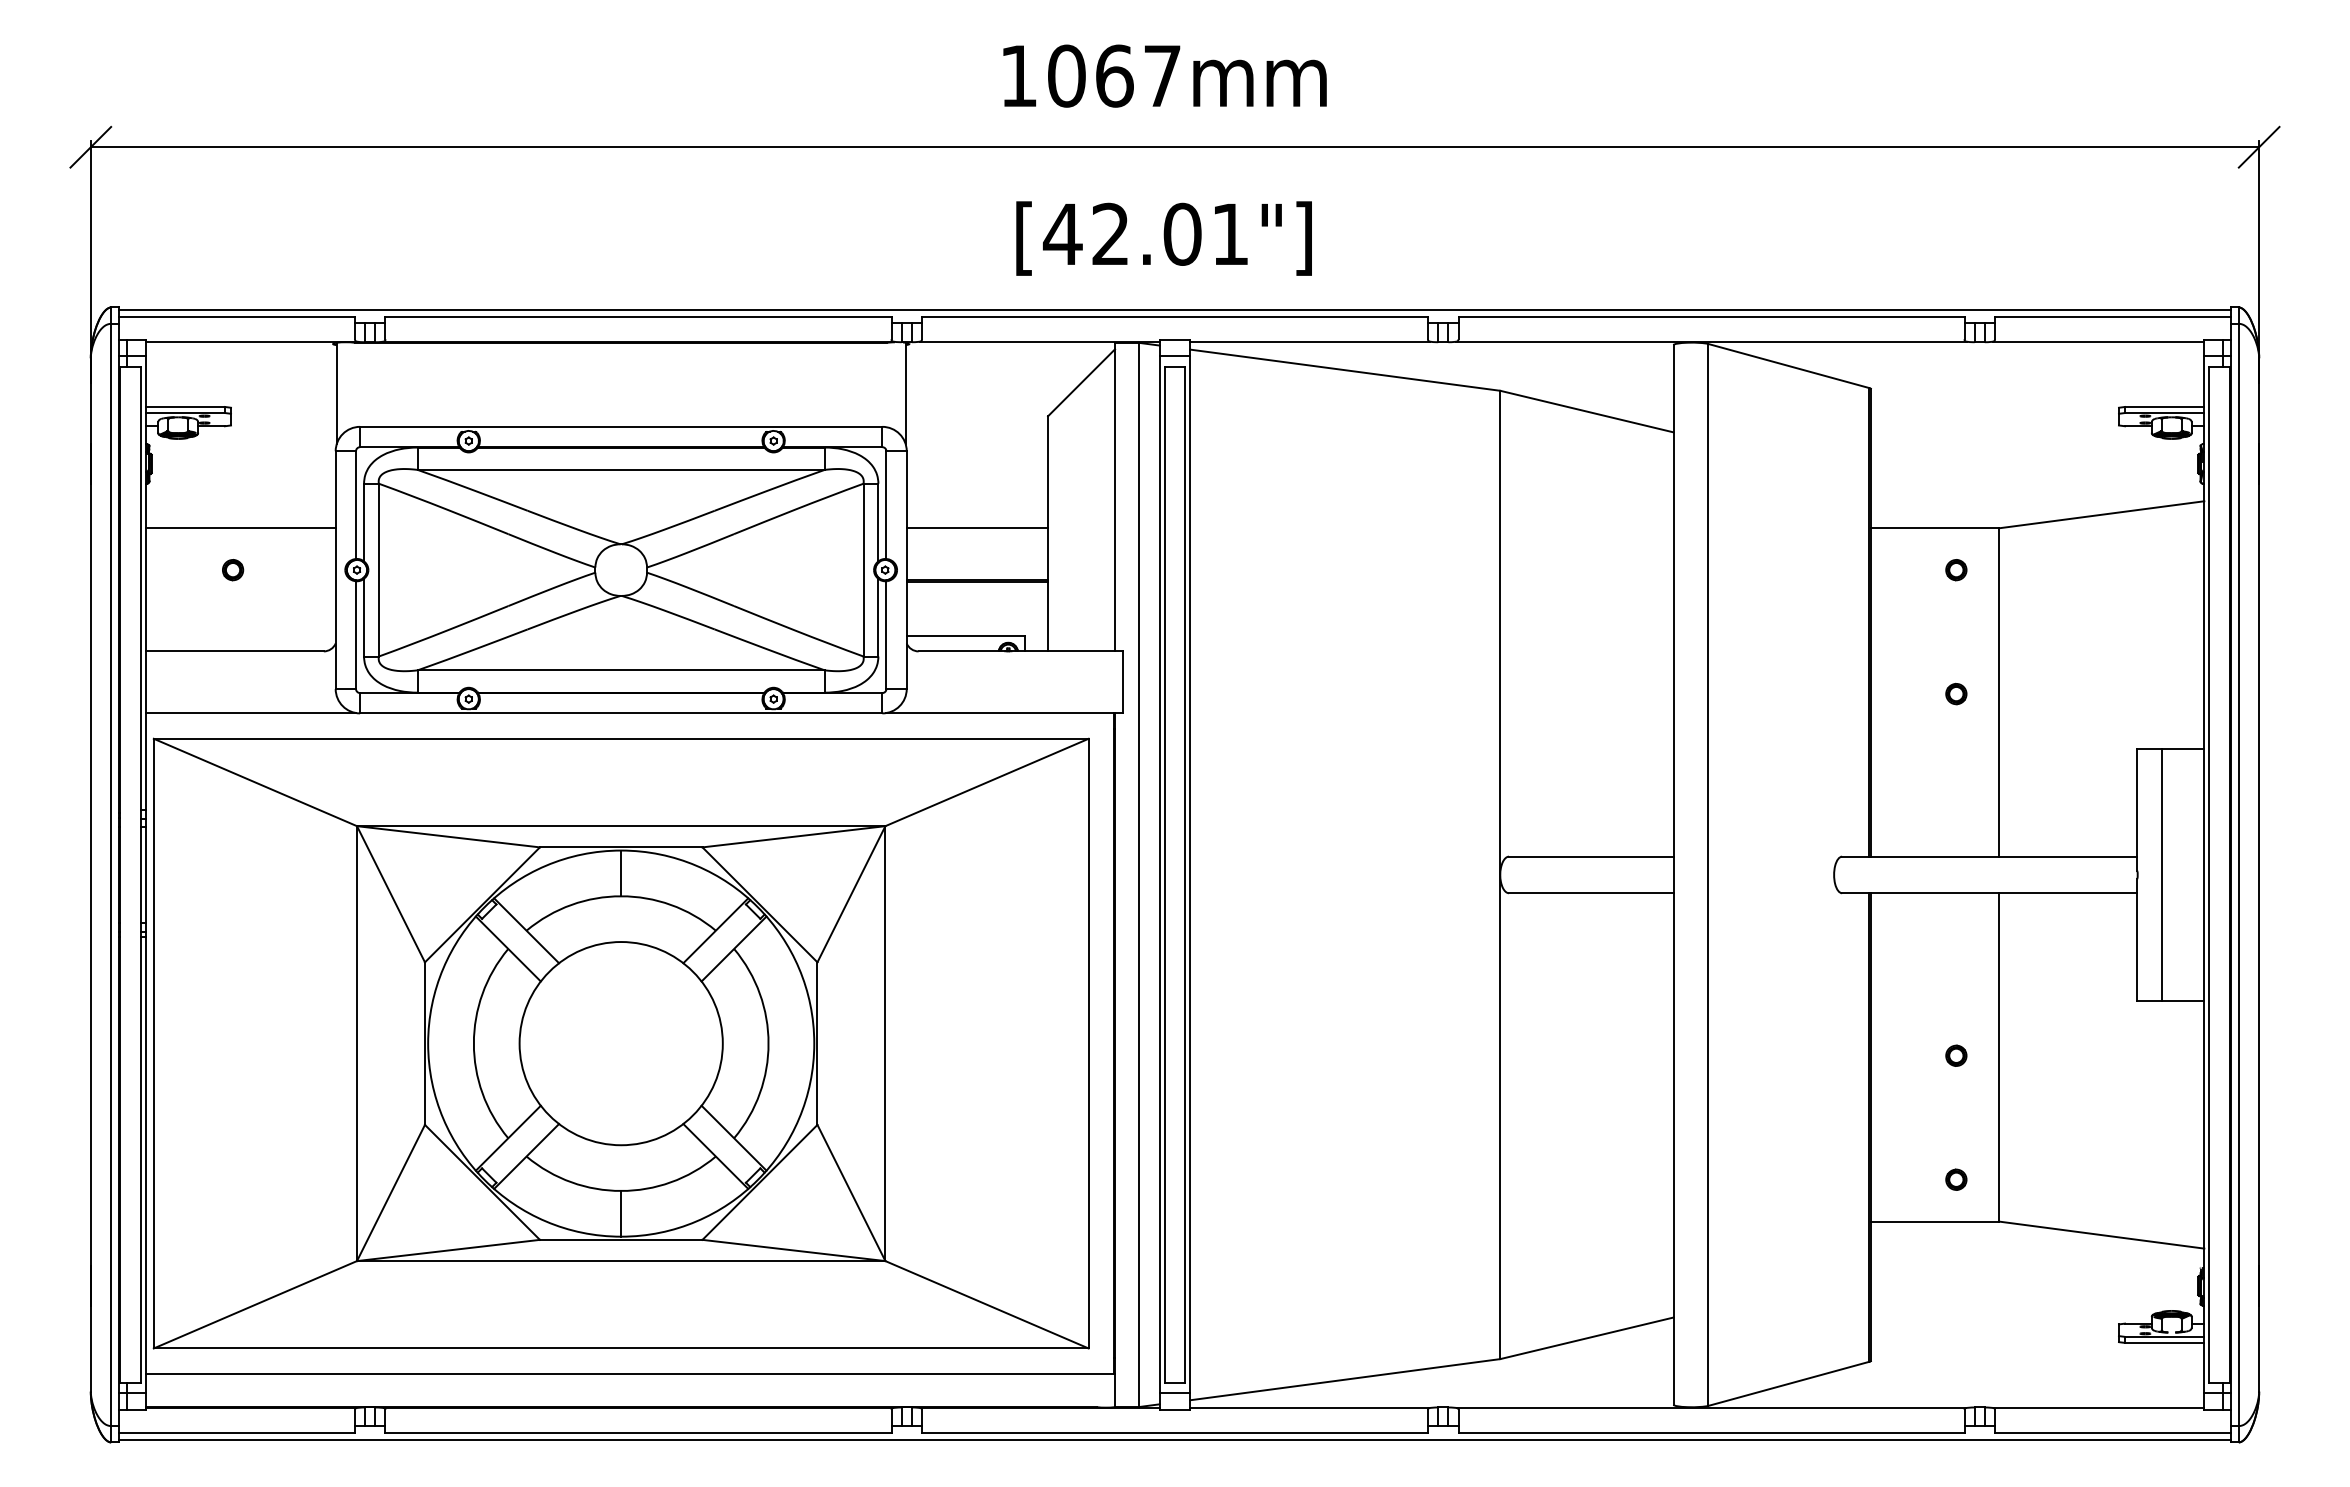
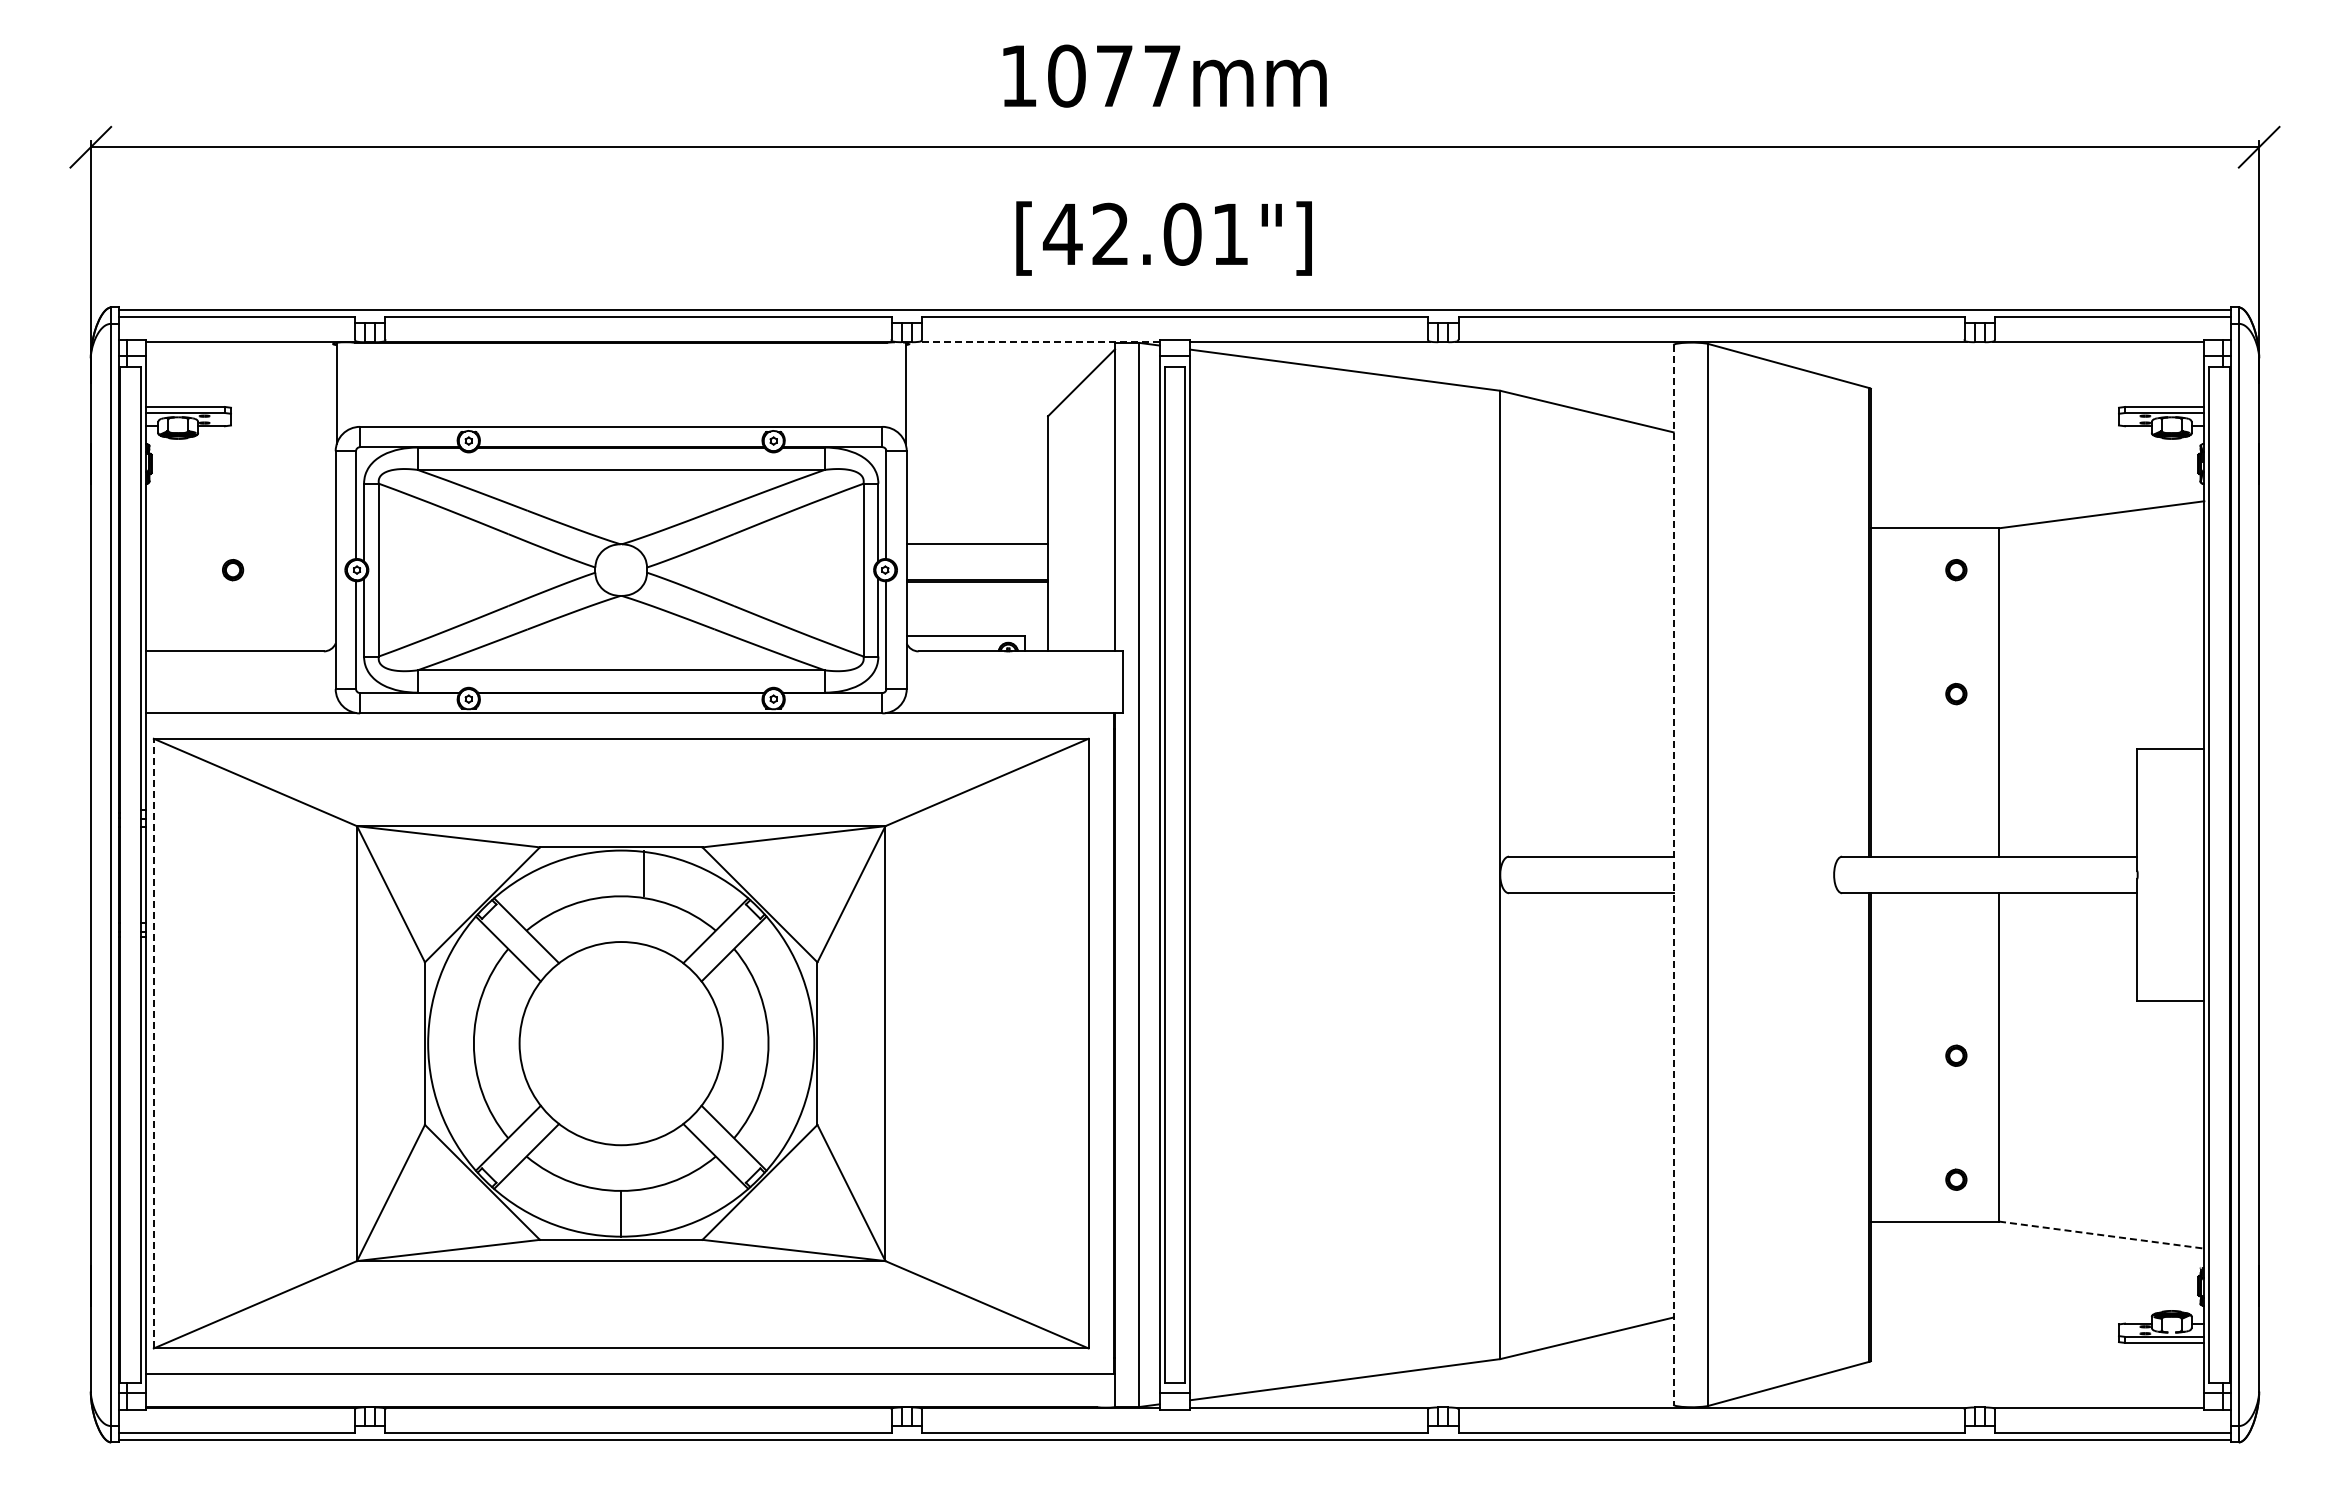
text at (1114, 75): 1067mm -> 1077mm
line at (1039, 341): solid -> dashed
line at (240, 528): present -> none
line at (977, 528) position: (977, 528) -> (977, 544)
line at (621, 873) position: (621, 873) -> (644, 873)
line at (1673, 874): solid -> dashed
line at (2161, 874): present -> none
line at (153, 1043): solid -> dashed
line at (2101, 1235): solid -> dashed
